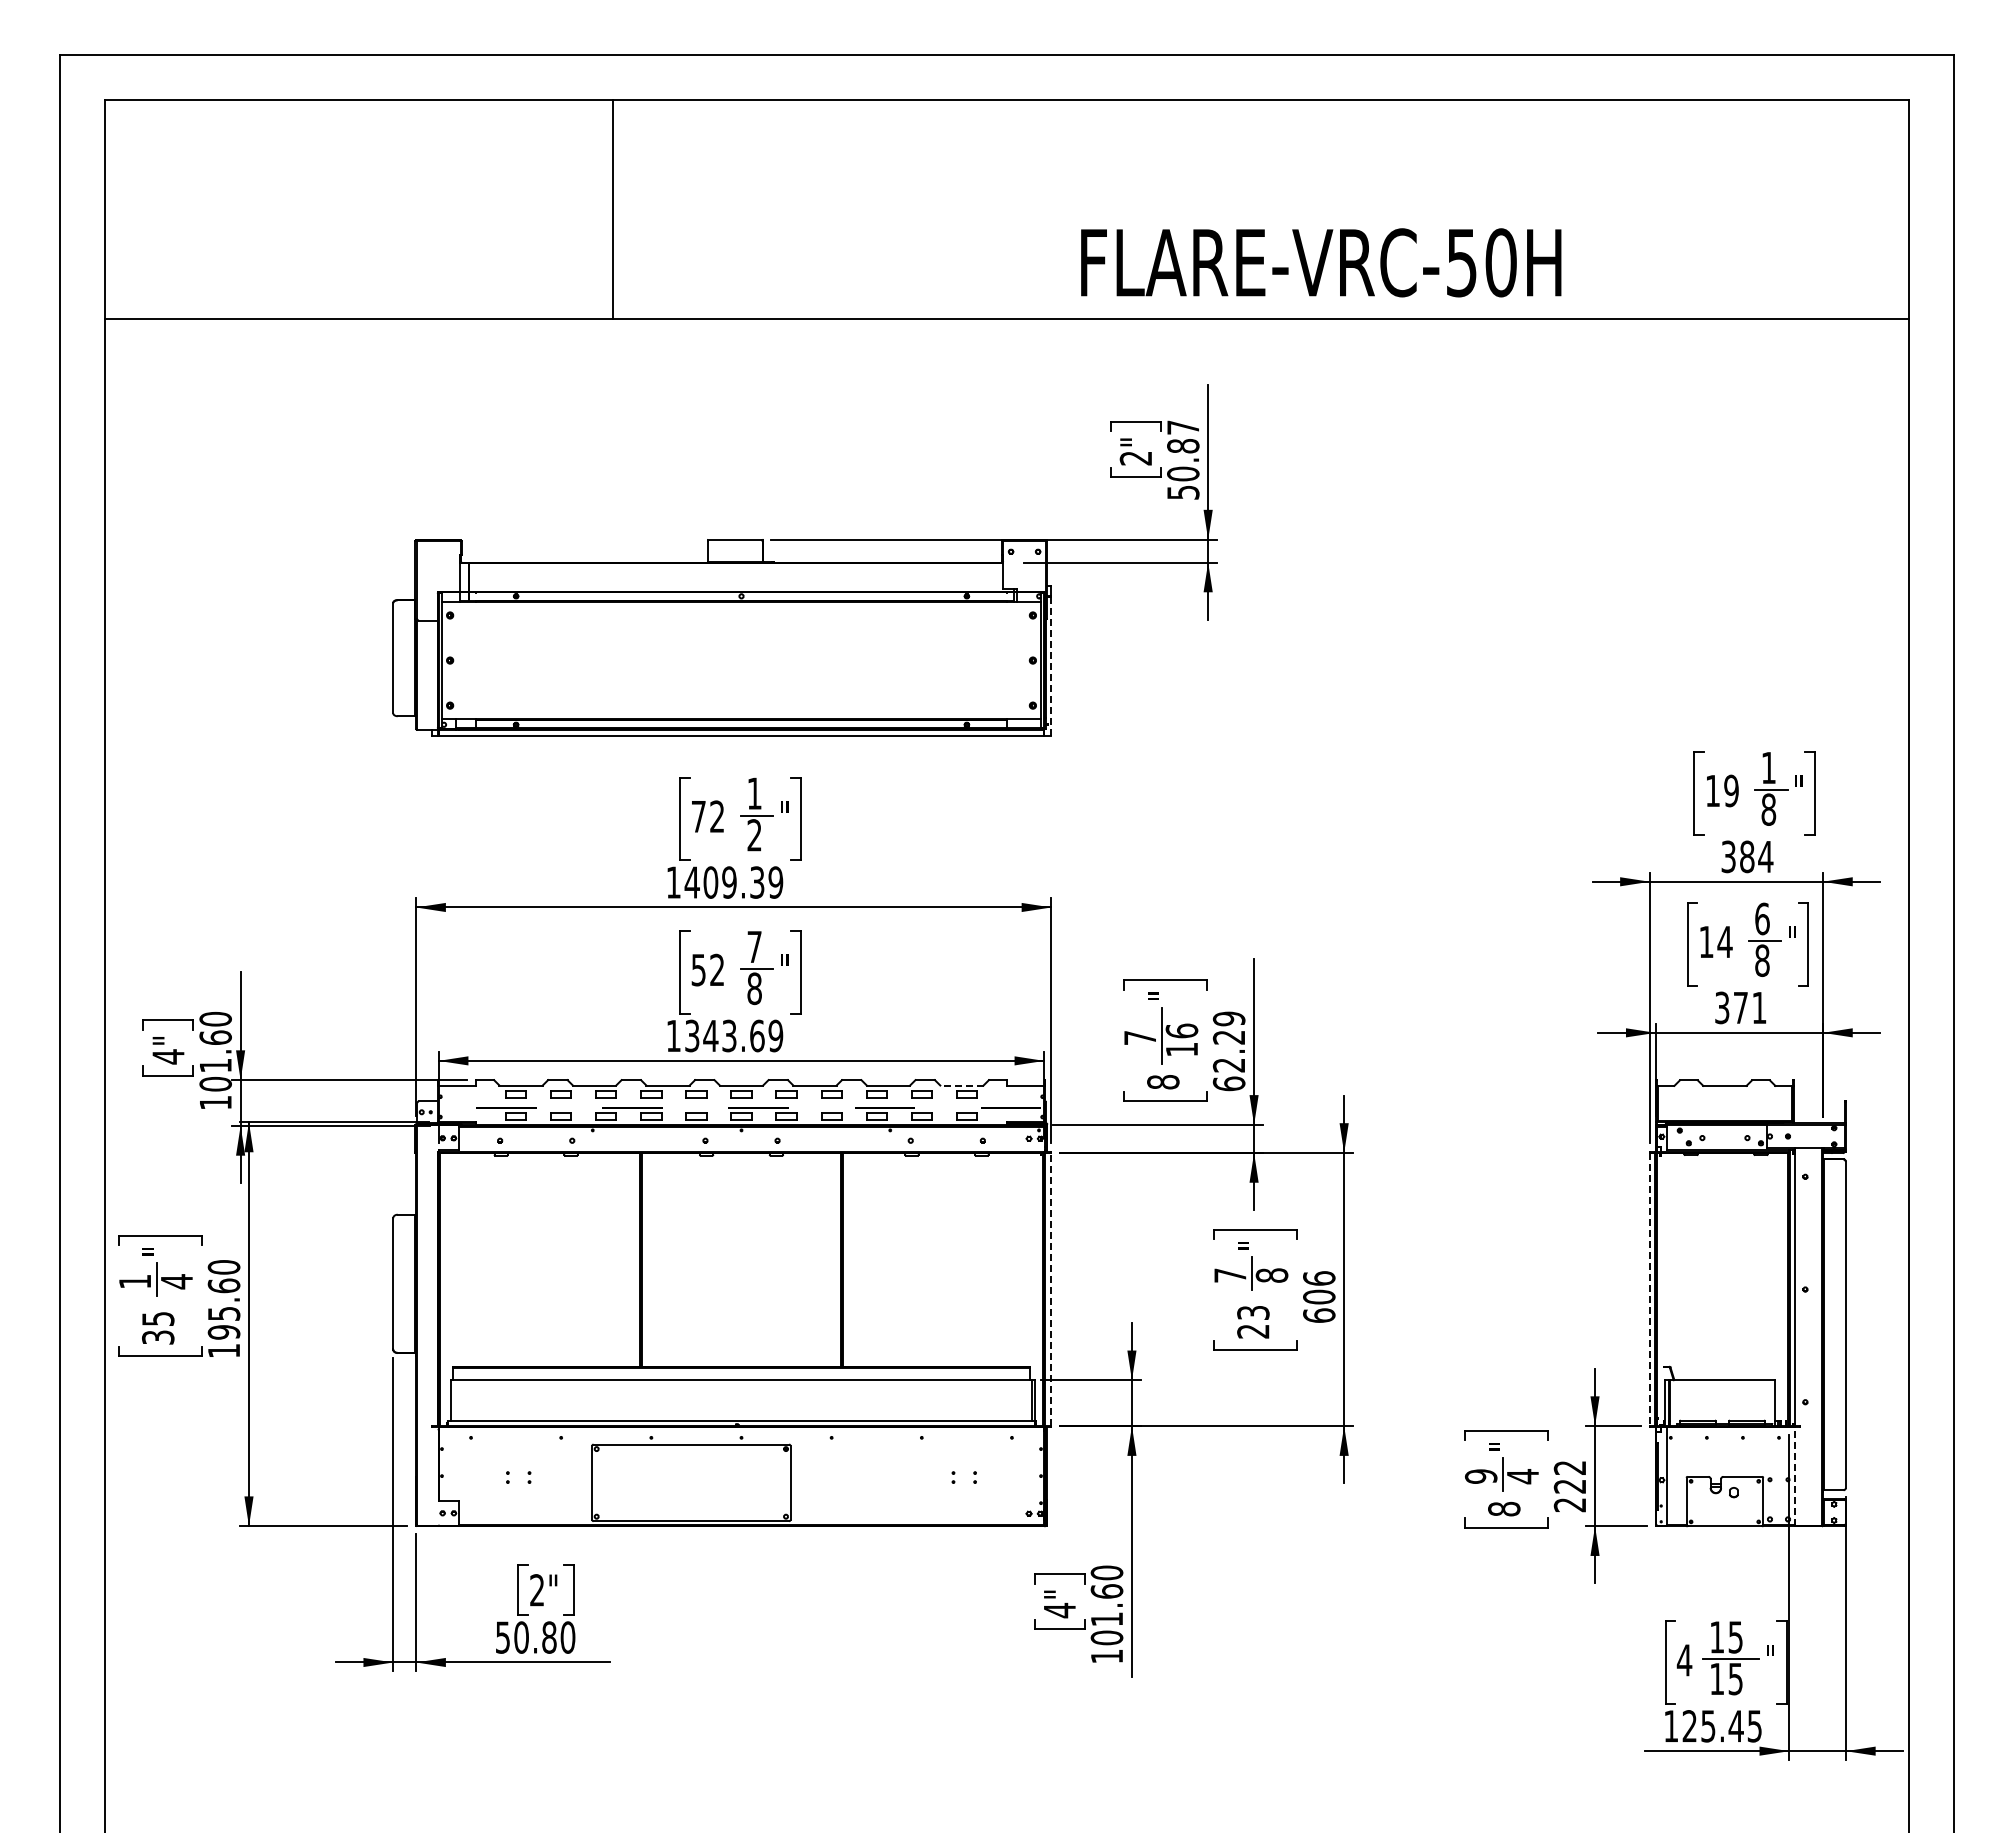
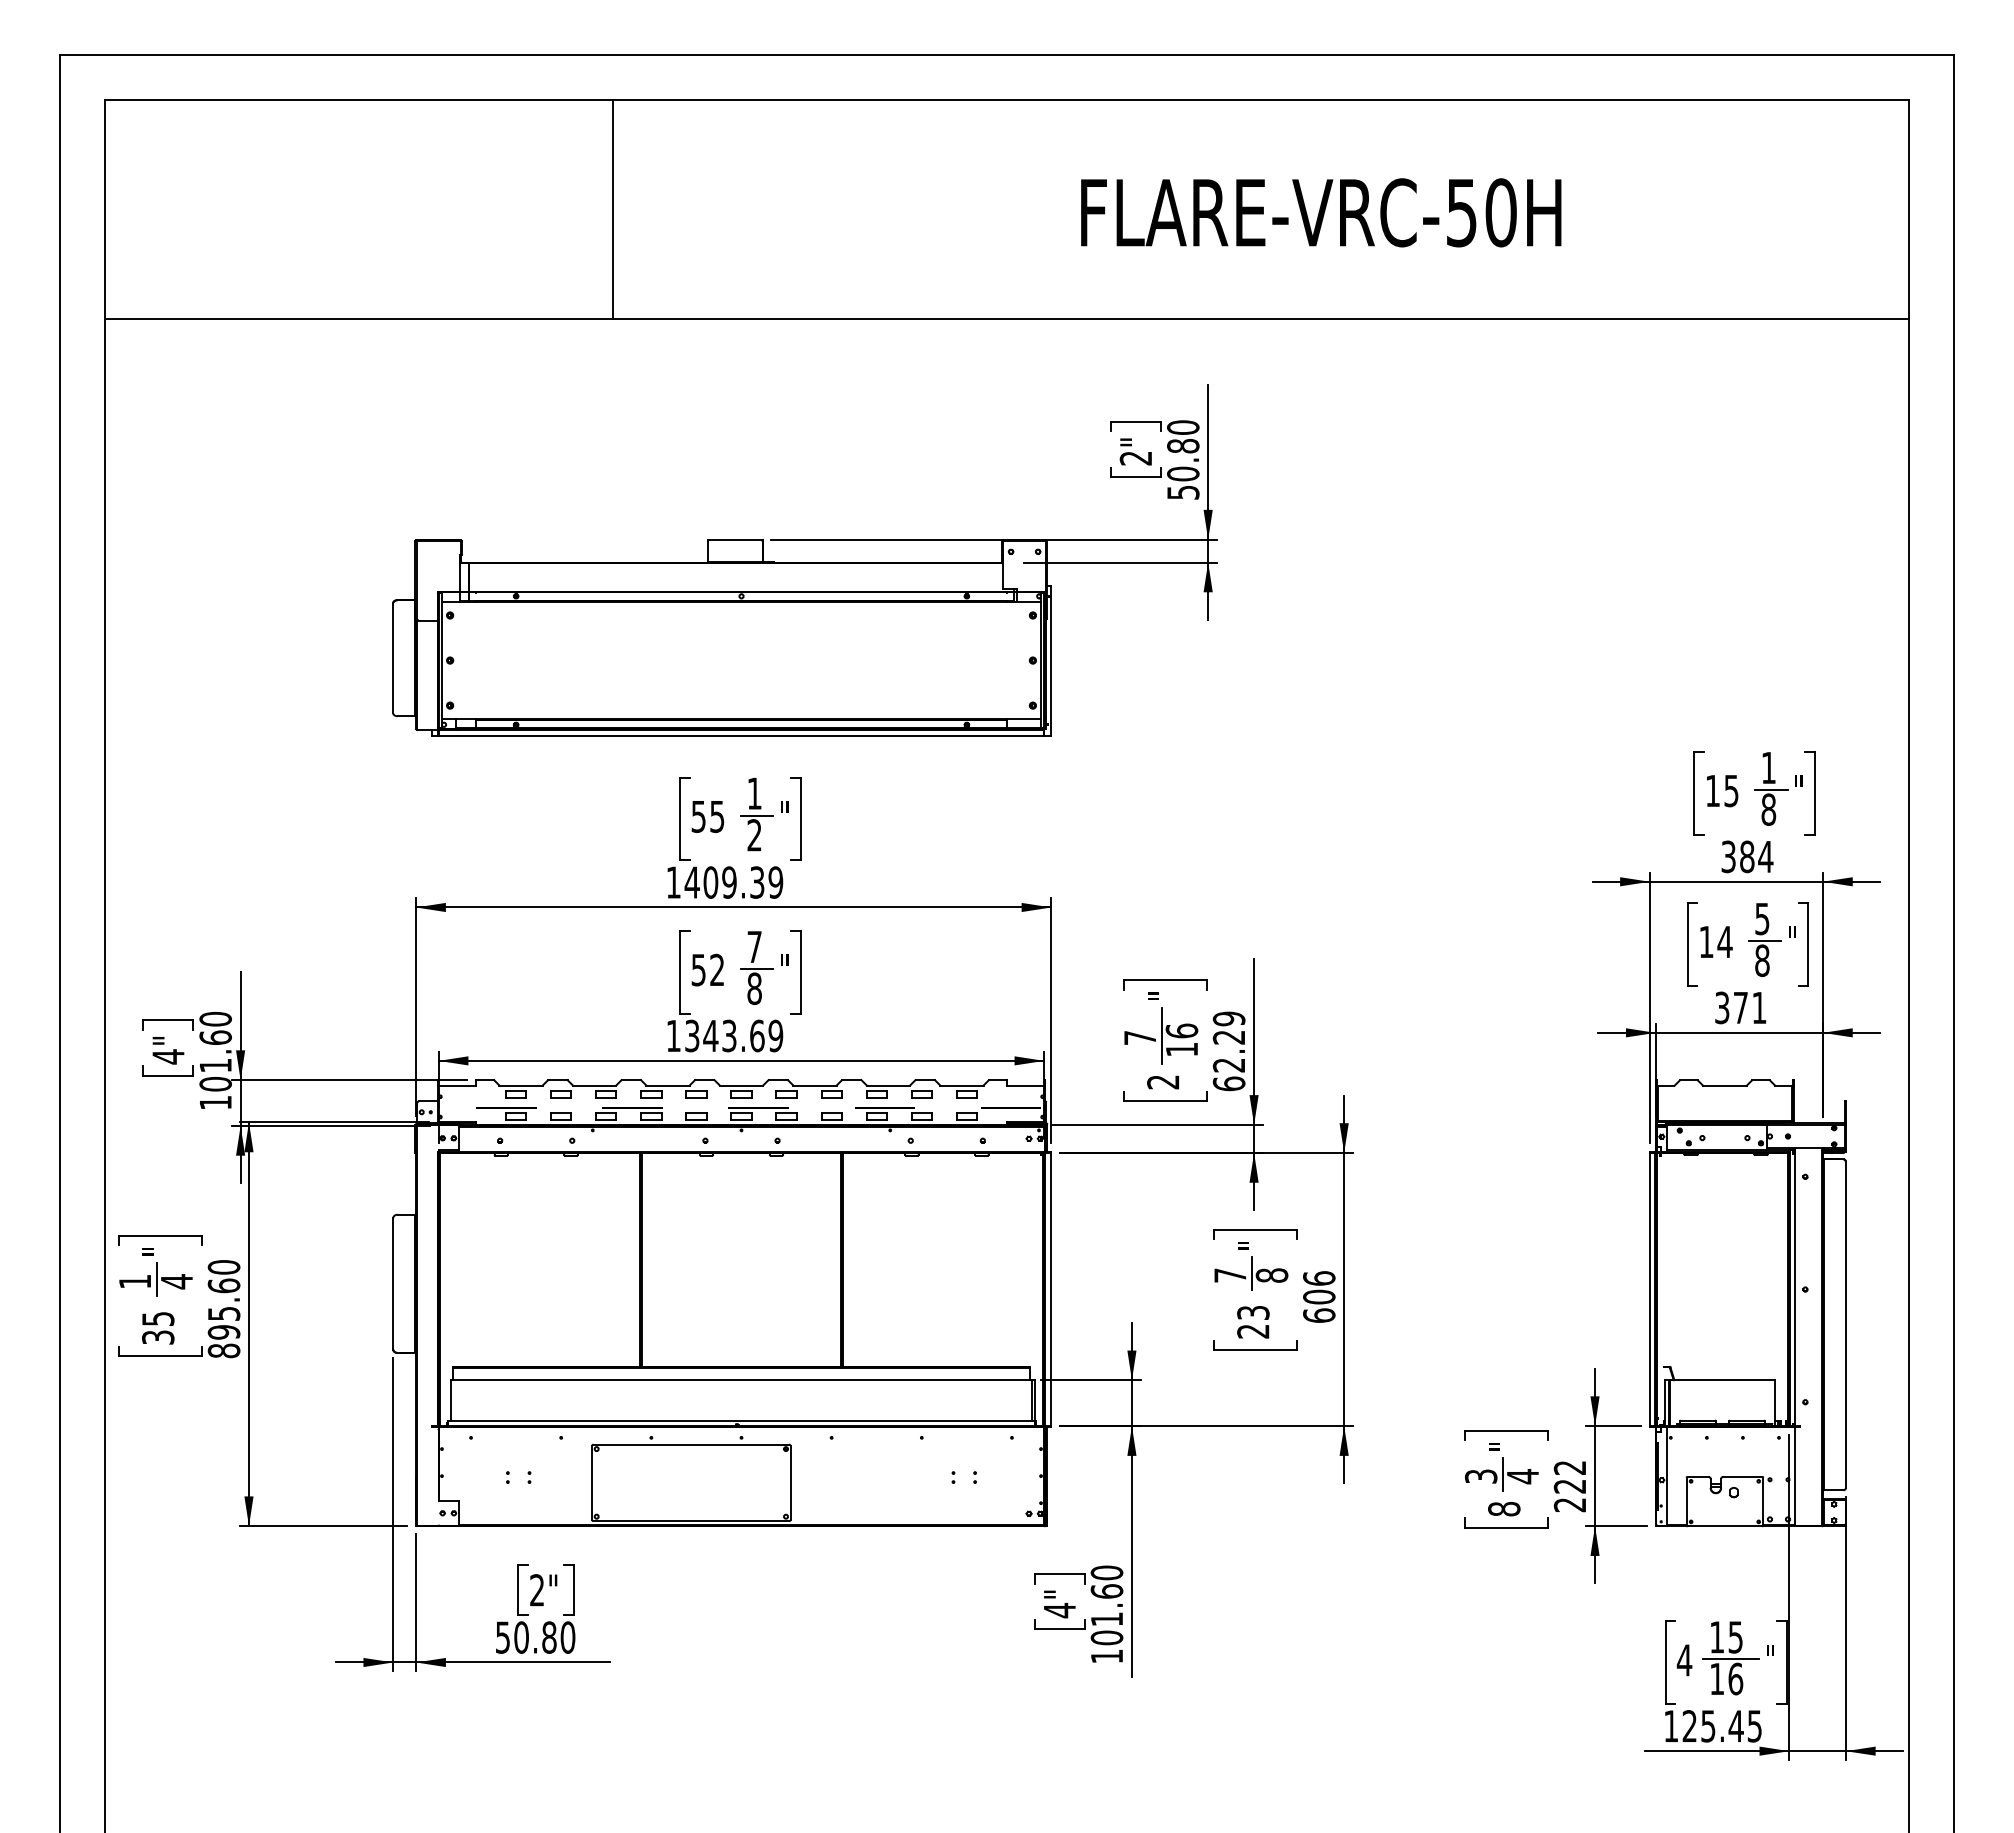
text at (1321, 262) position: (1321, 262) -> (1321, 212)
text at (1183, 427): 50.87 -> 50.80
line at (1051, 666): dashed -> solid
text at (1731, 790): 19 -> 15
text at (707, 816): 72 -> 55
text at (1762, 918): 6 -> 5
text at (1163, 1082): 8 -> 2
line at (961, 1085): dashed -> solid
line at (1051, 1289): dashed -> solid
line at (1649, 1289): dashed -> solid
text at (223, 1350): 195.60 -> 895.60
line at (1794, 1475): dashed -> solid
text at (1481, 1476): 9 -> 3
text at (1735, 1678): 15 -> 16
